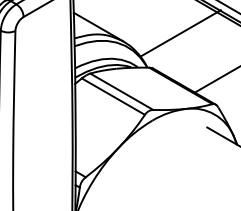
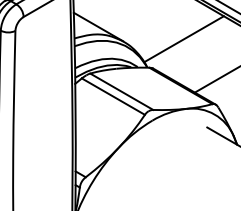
line at (180, 33) position: (180, 33) -> (183, 39)
